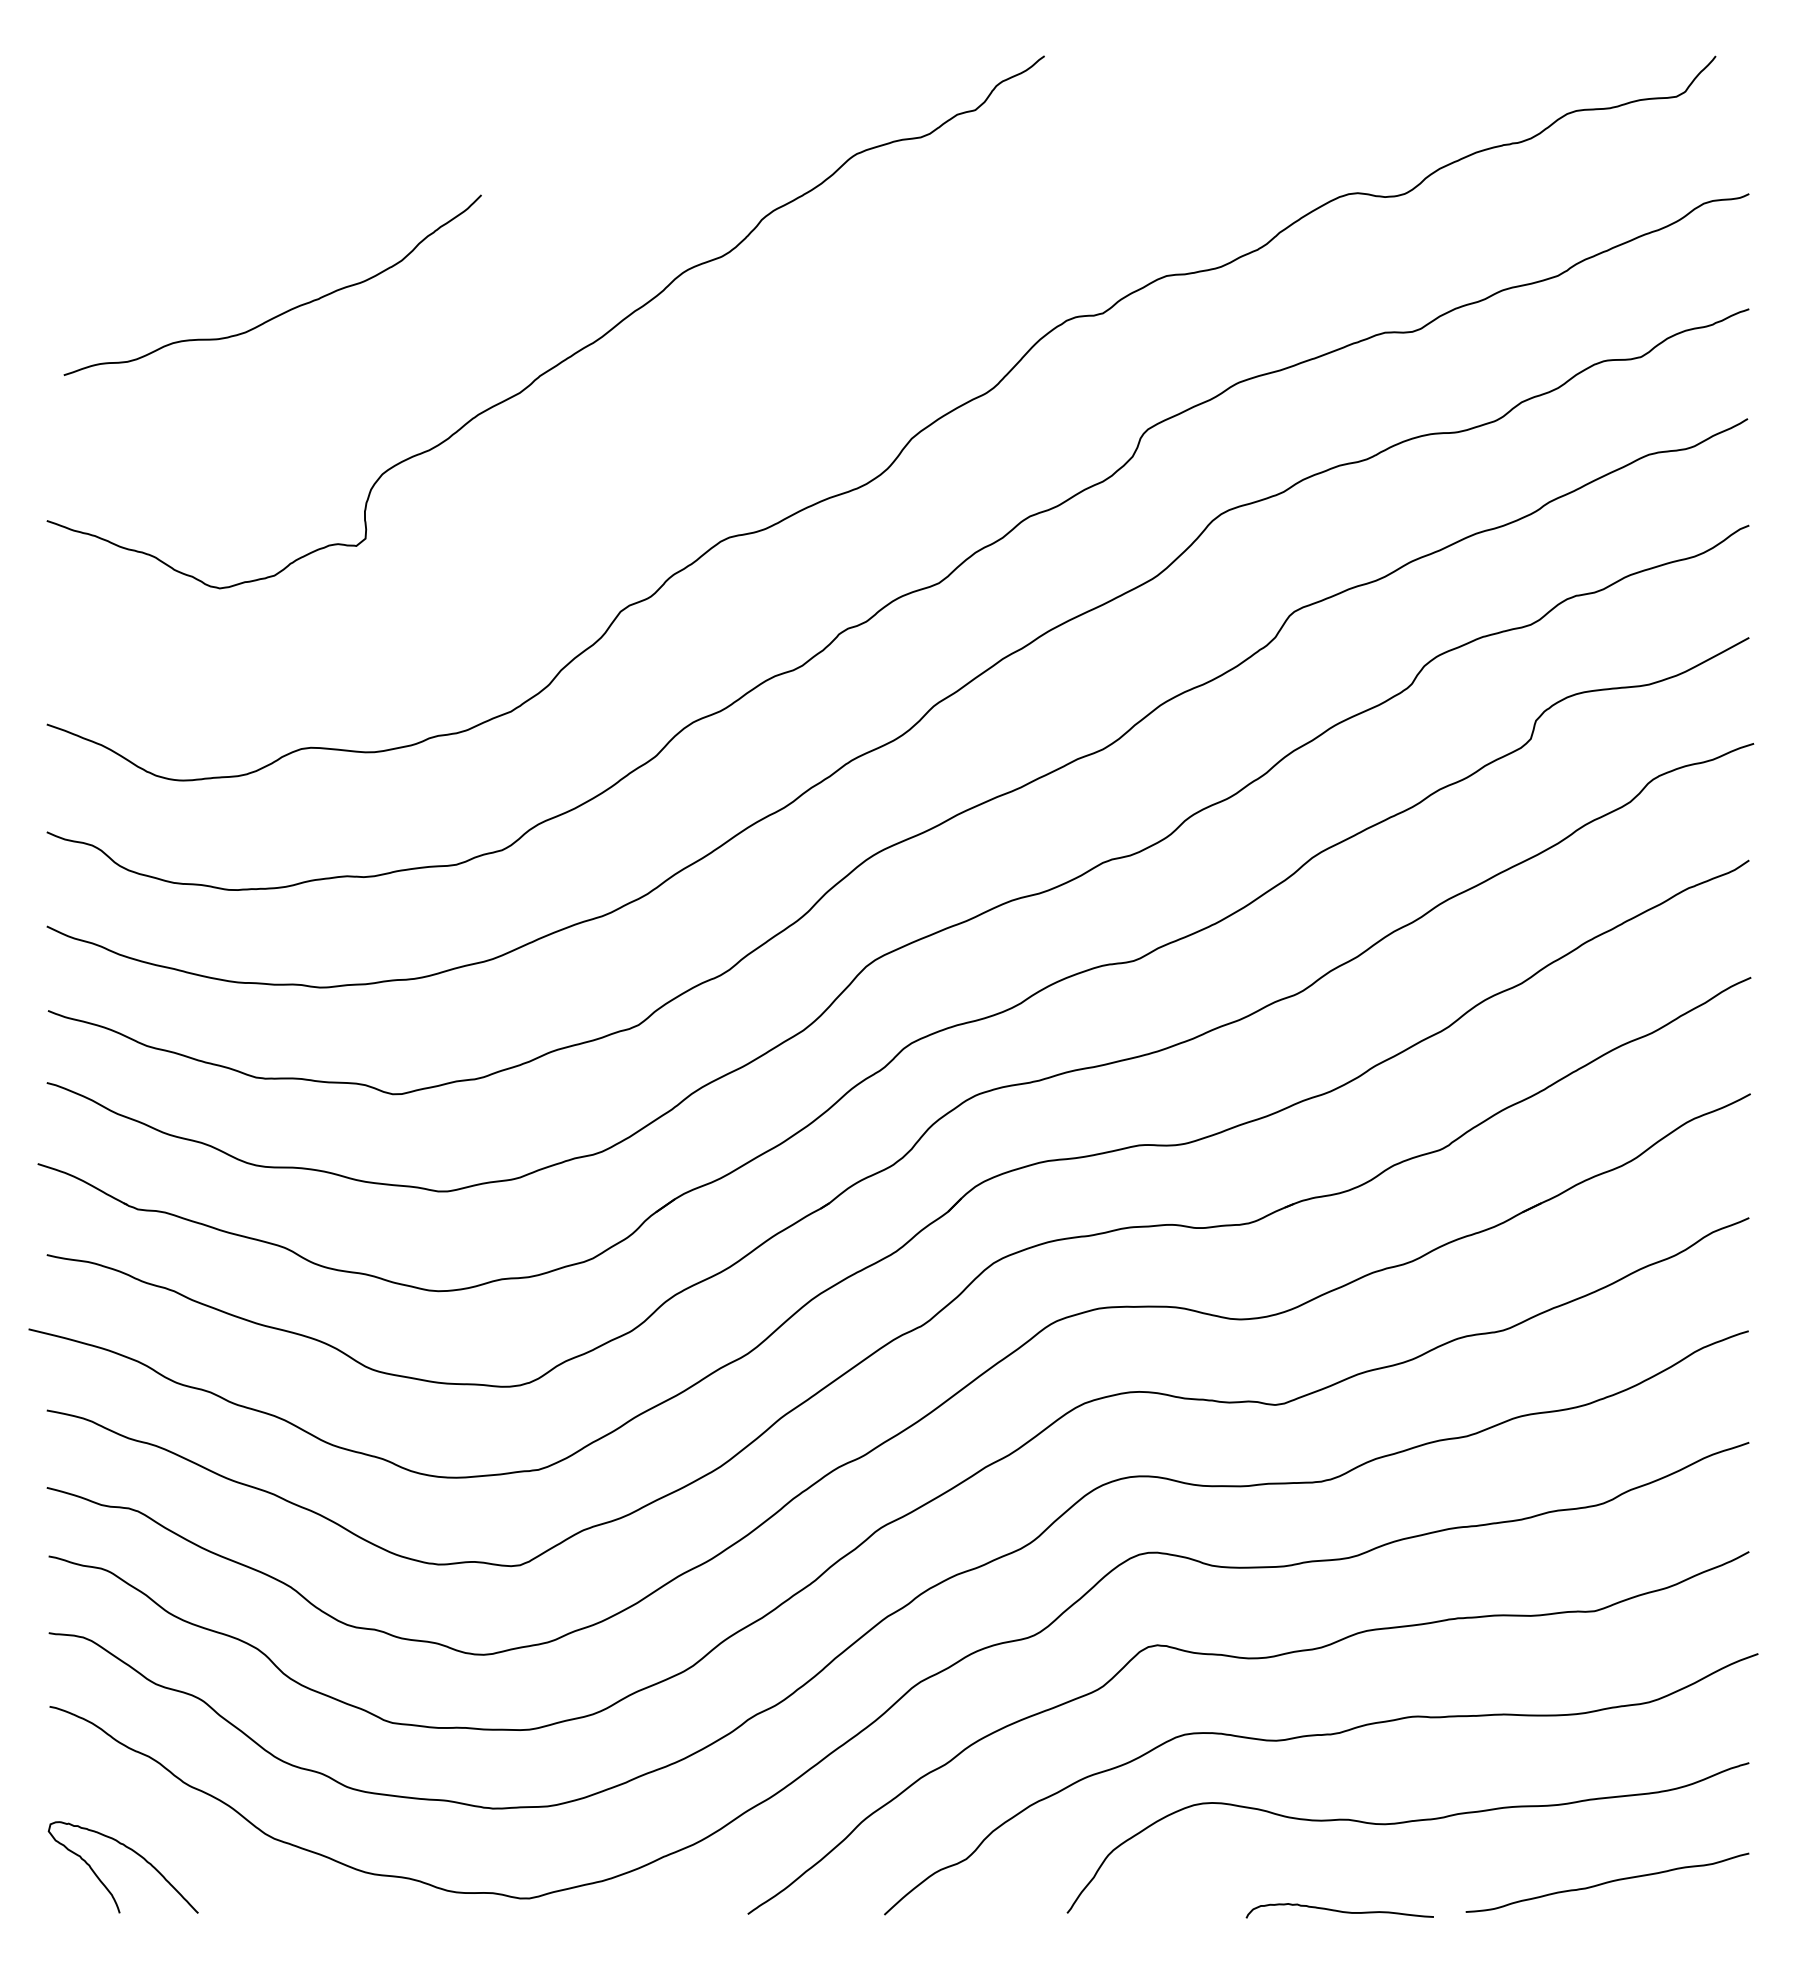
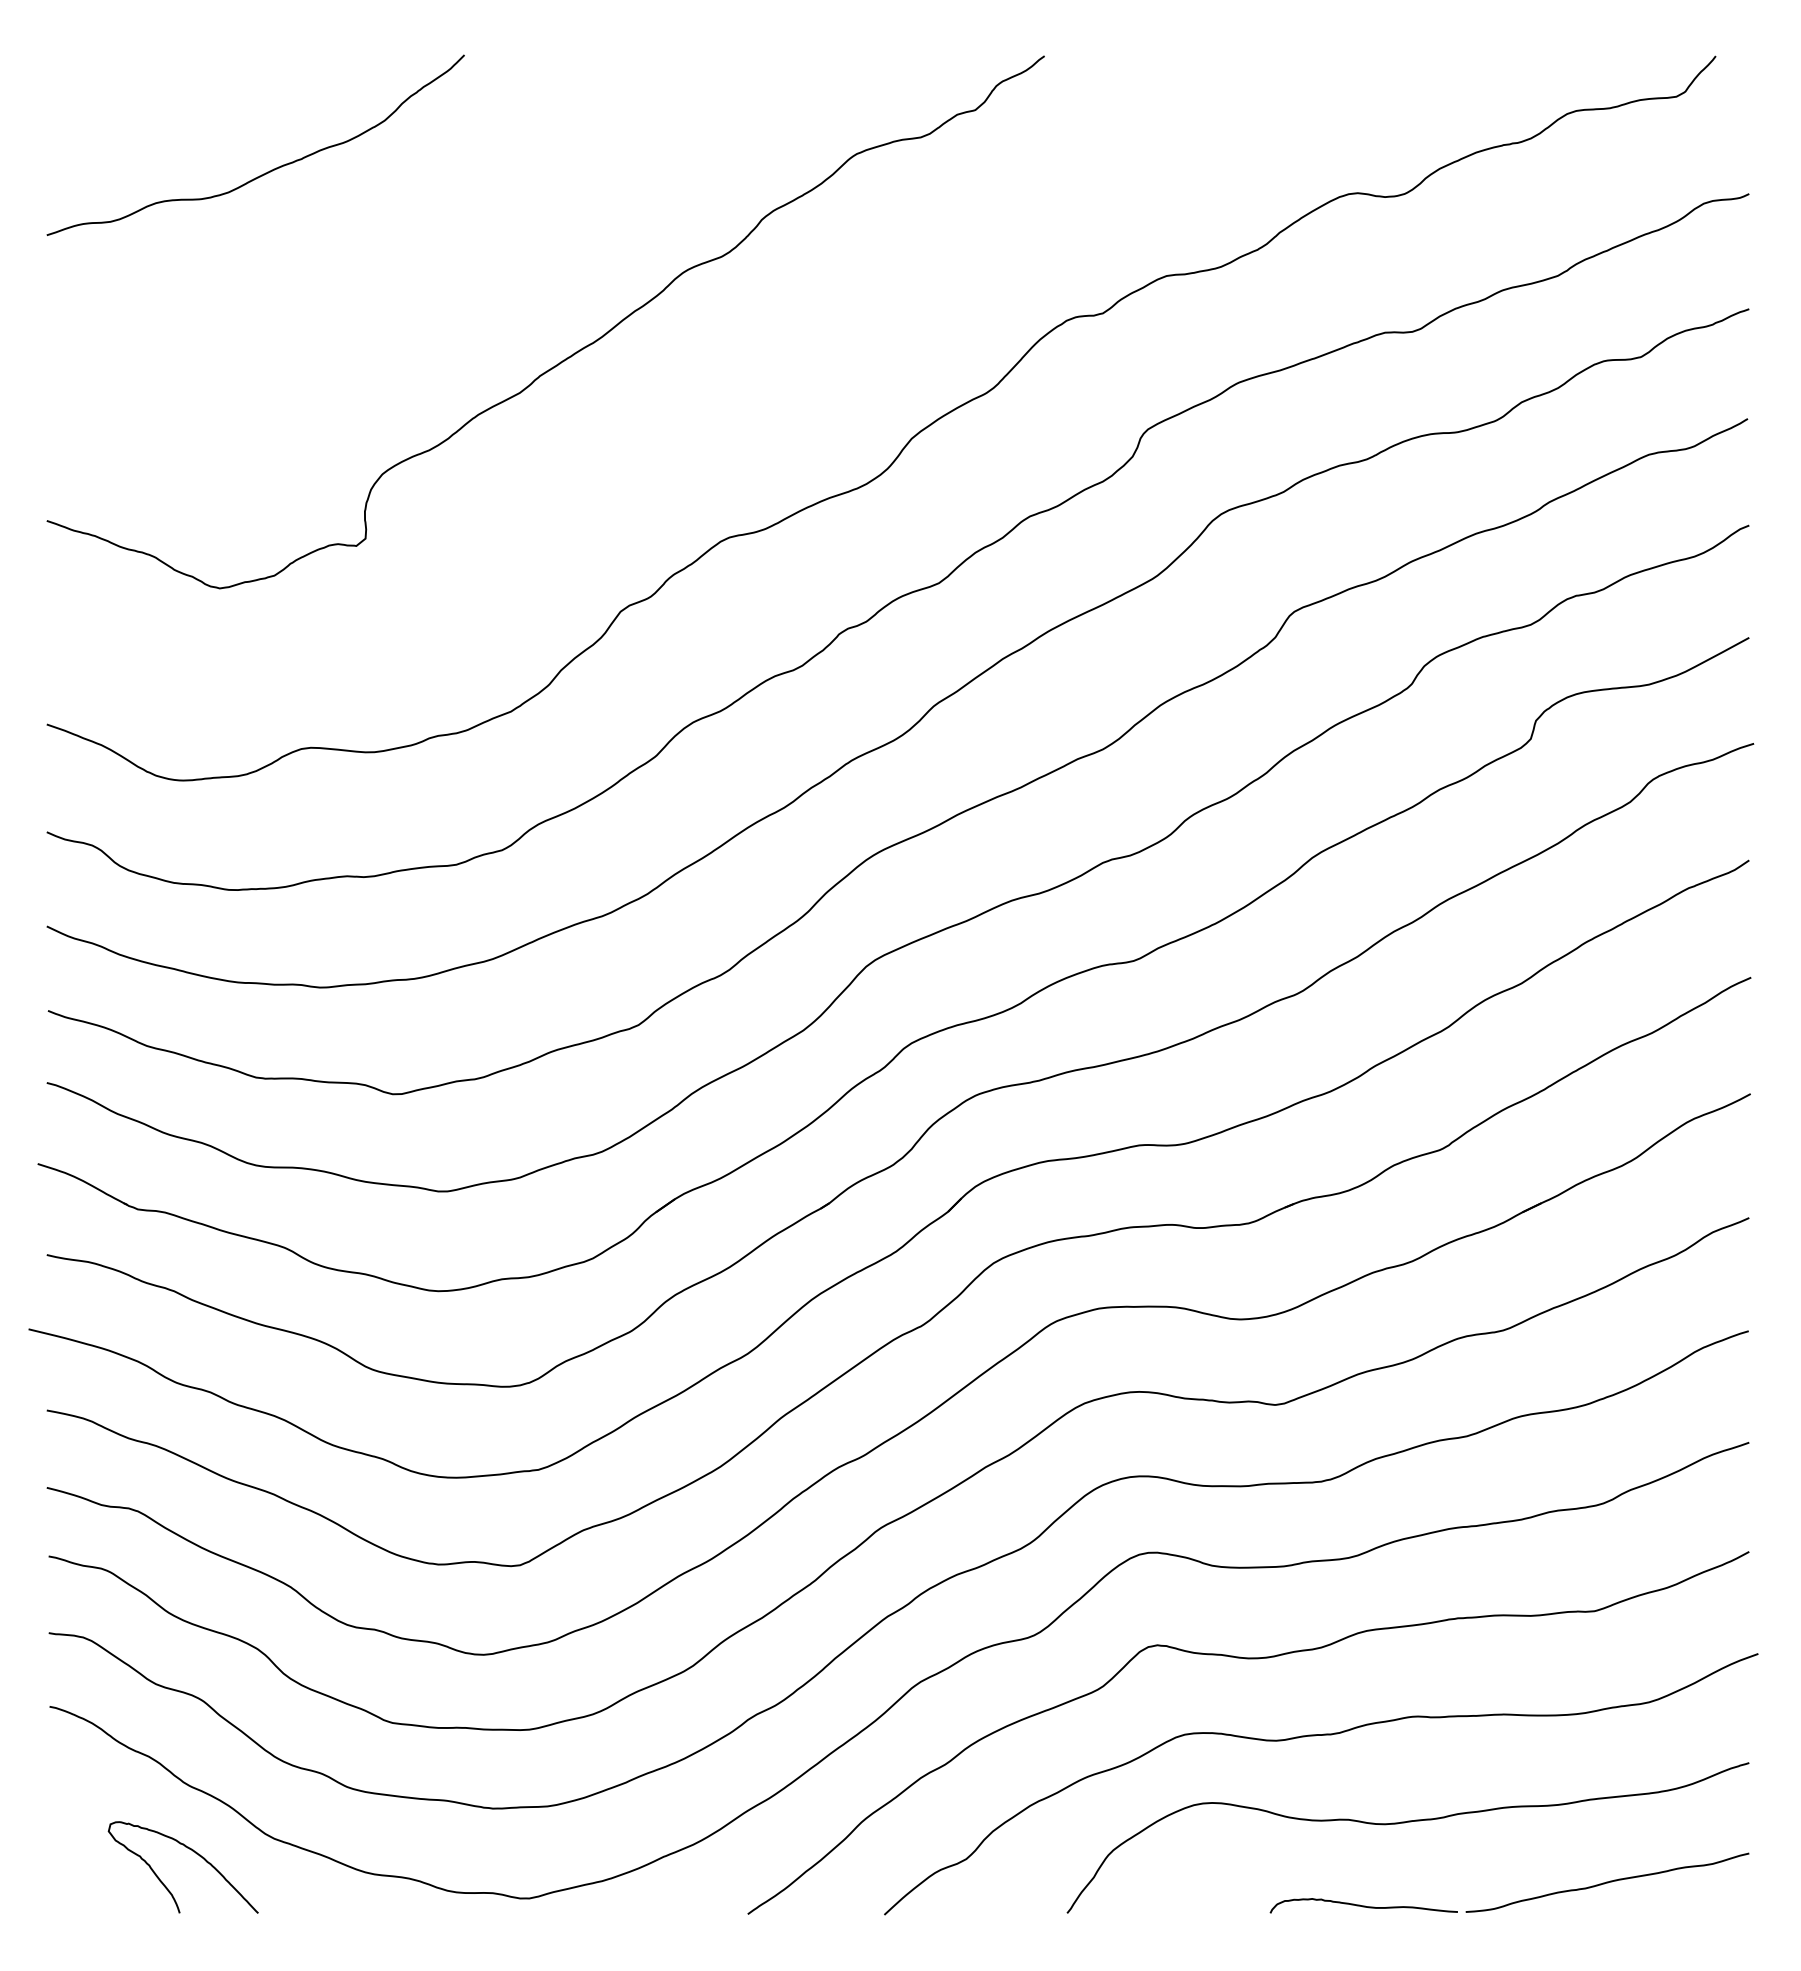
curve at (286, 310) position: (286, 310) -> (269, 170)
curve at (132, 1851) position: (132, 1851) -> (192, 1851)
curve at (1339, 1910) position: (1339, 1910) -> (1363, 1905)
